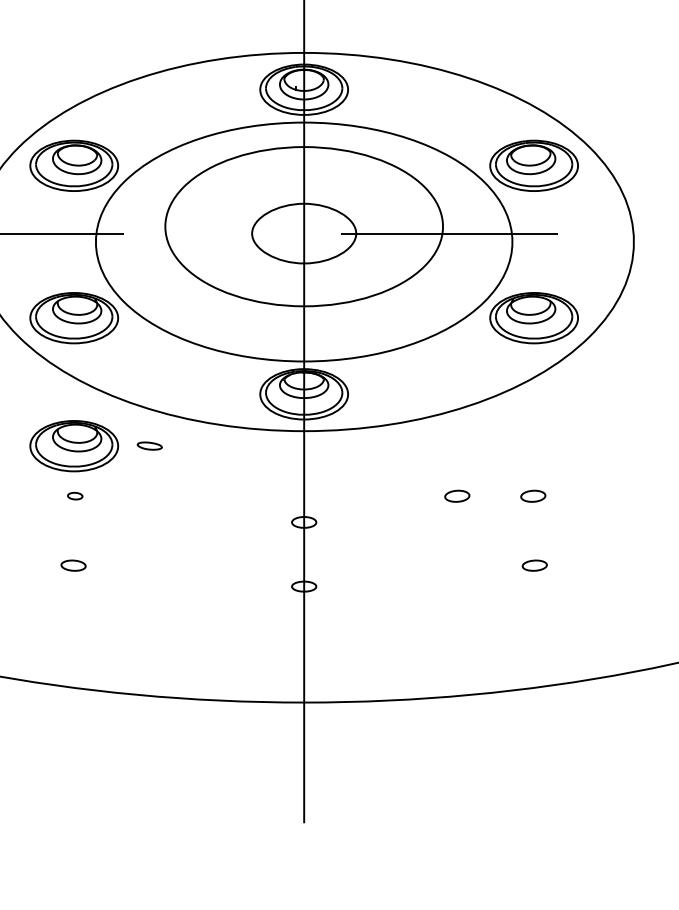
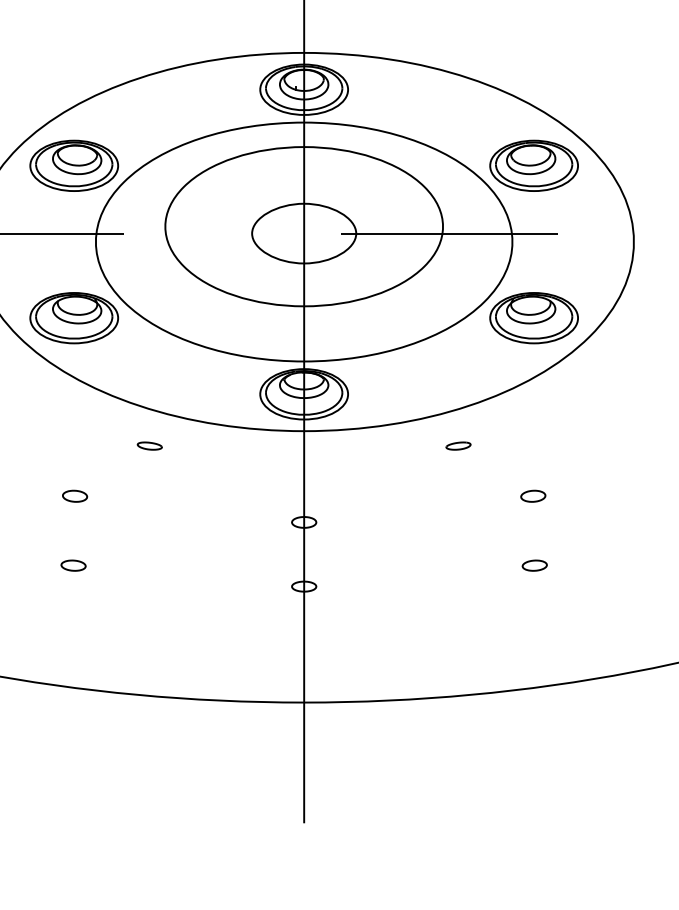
part at (458, 445): none -> present
part at (74, 446): present -> none
part at (75, 495) size: 17x10 px -> 27x14 px
part at (457, 495): present -> none
